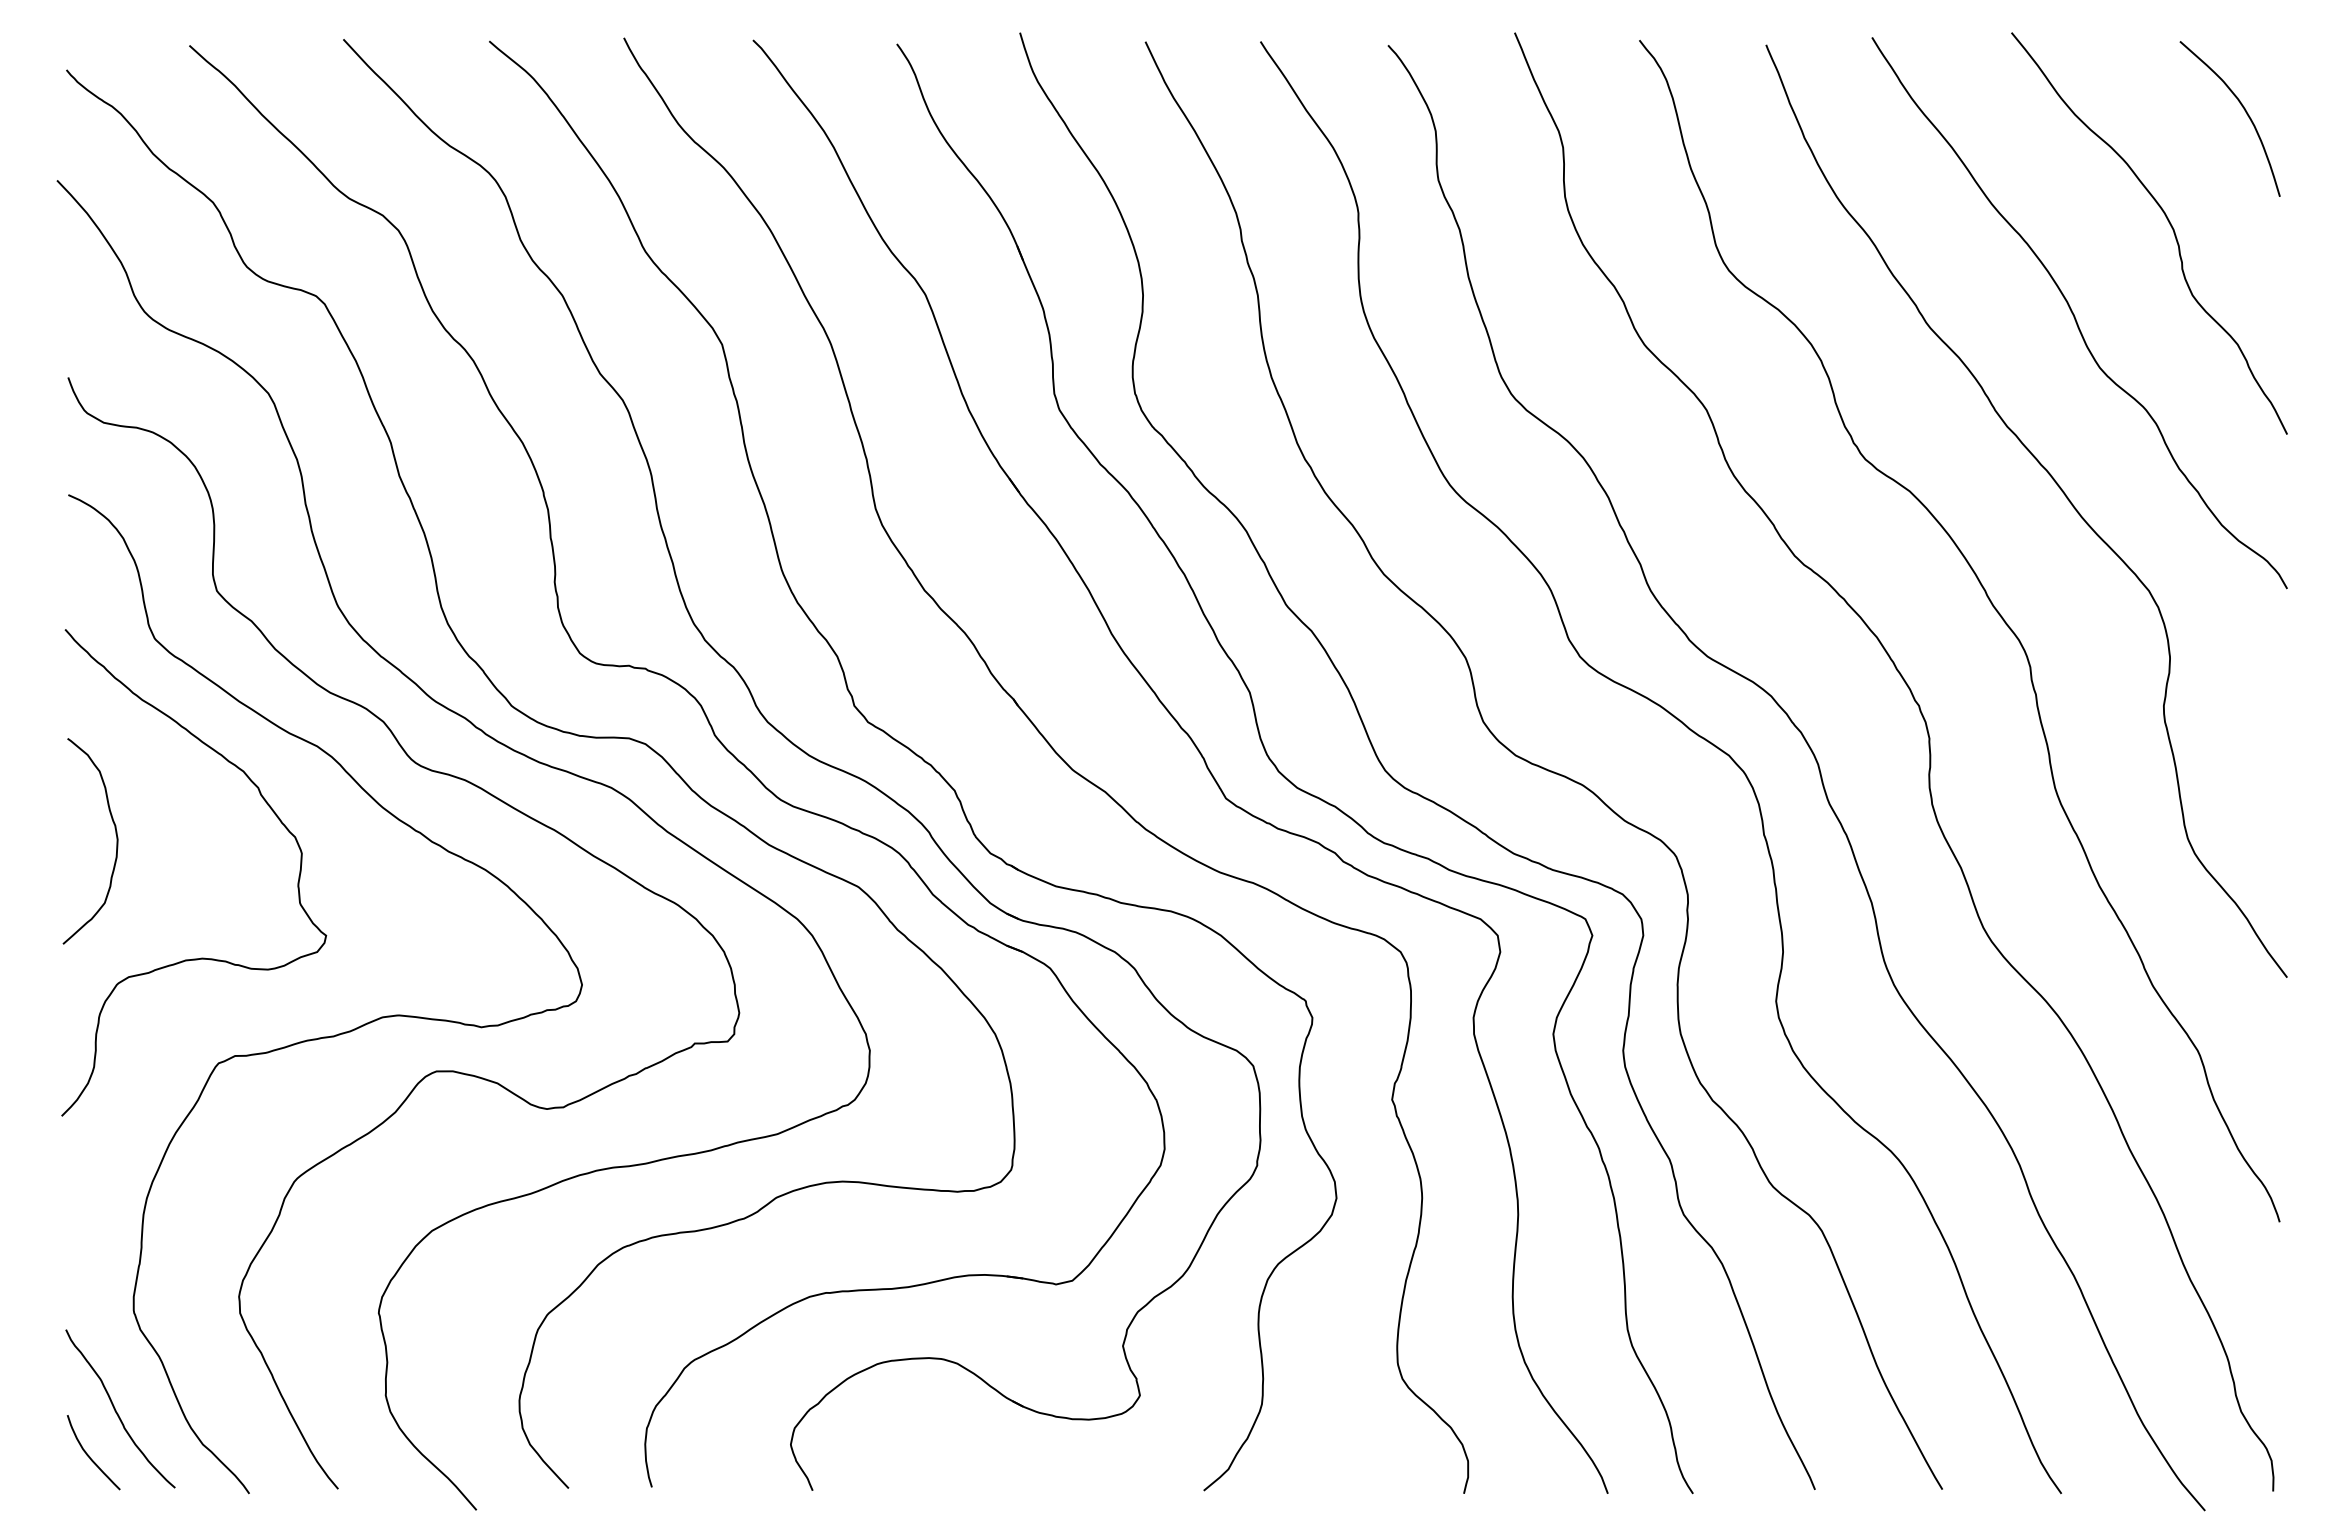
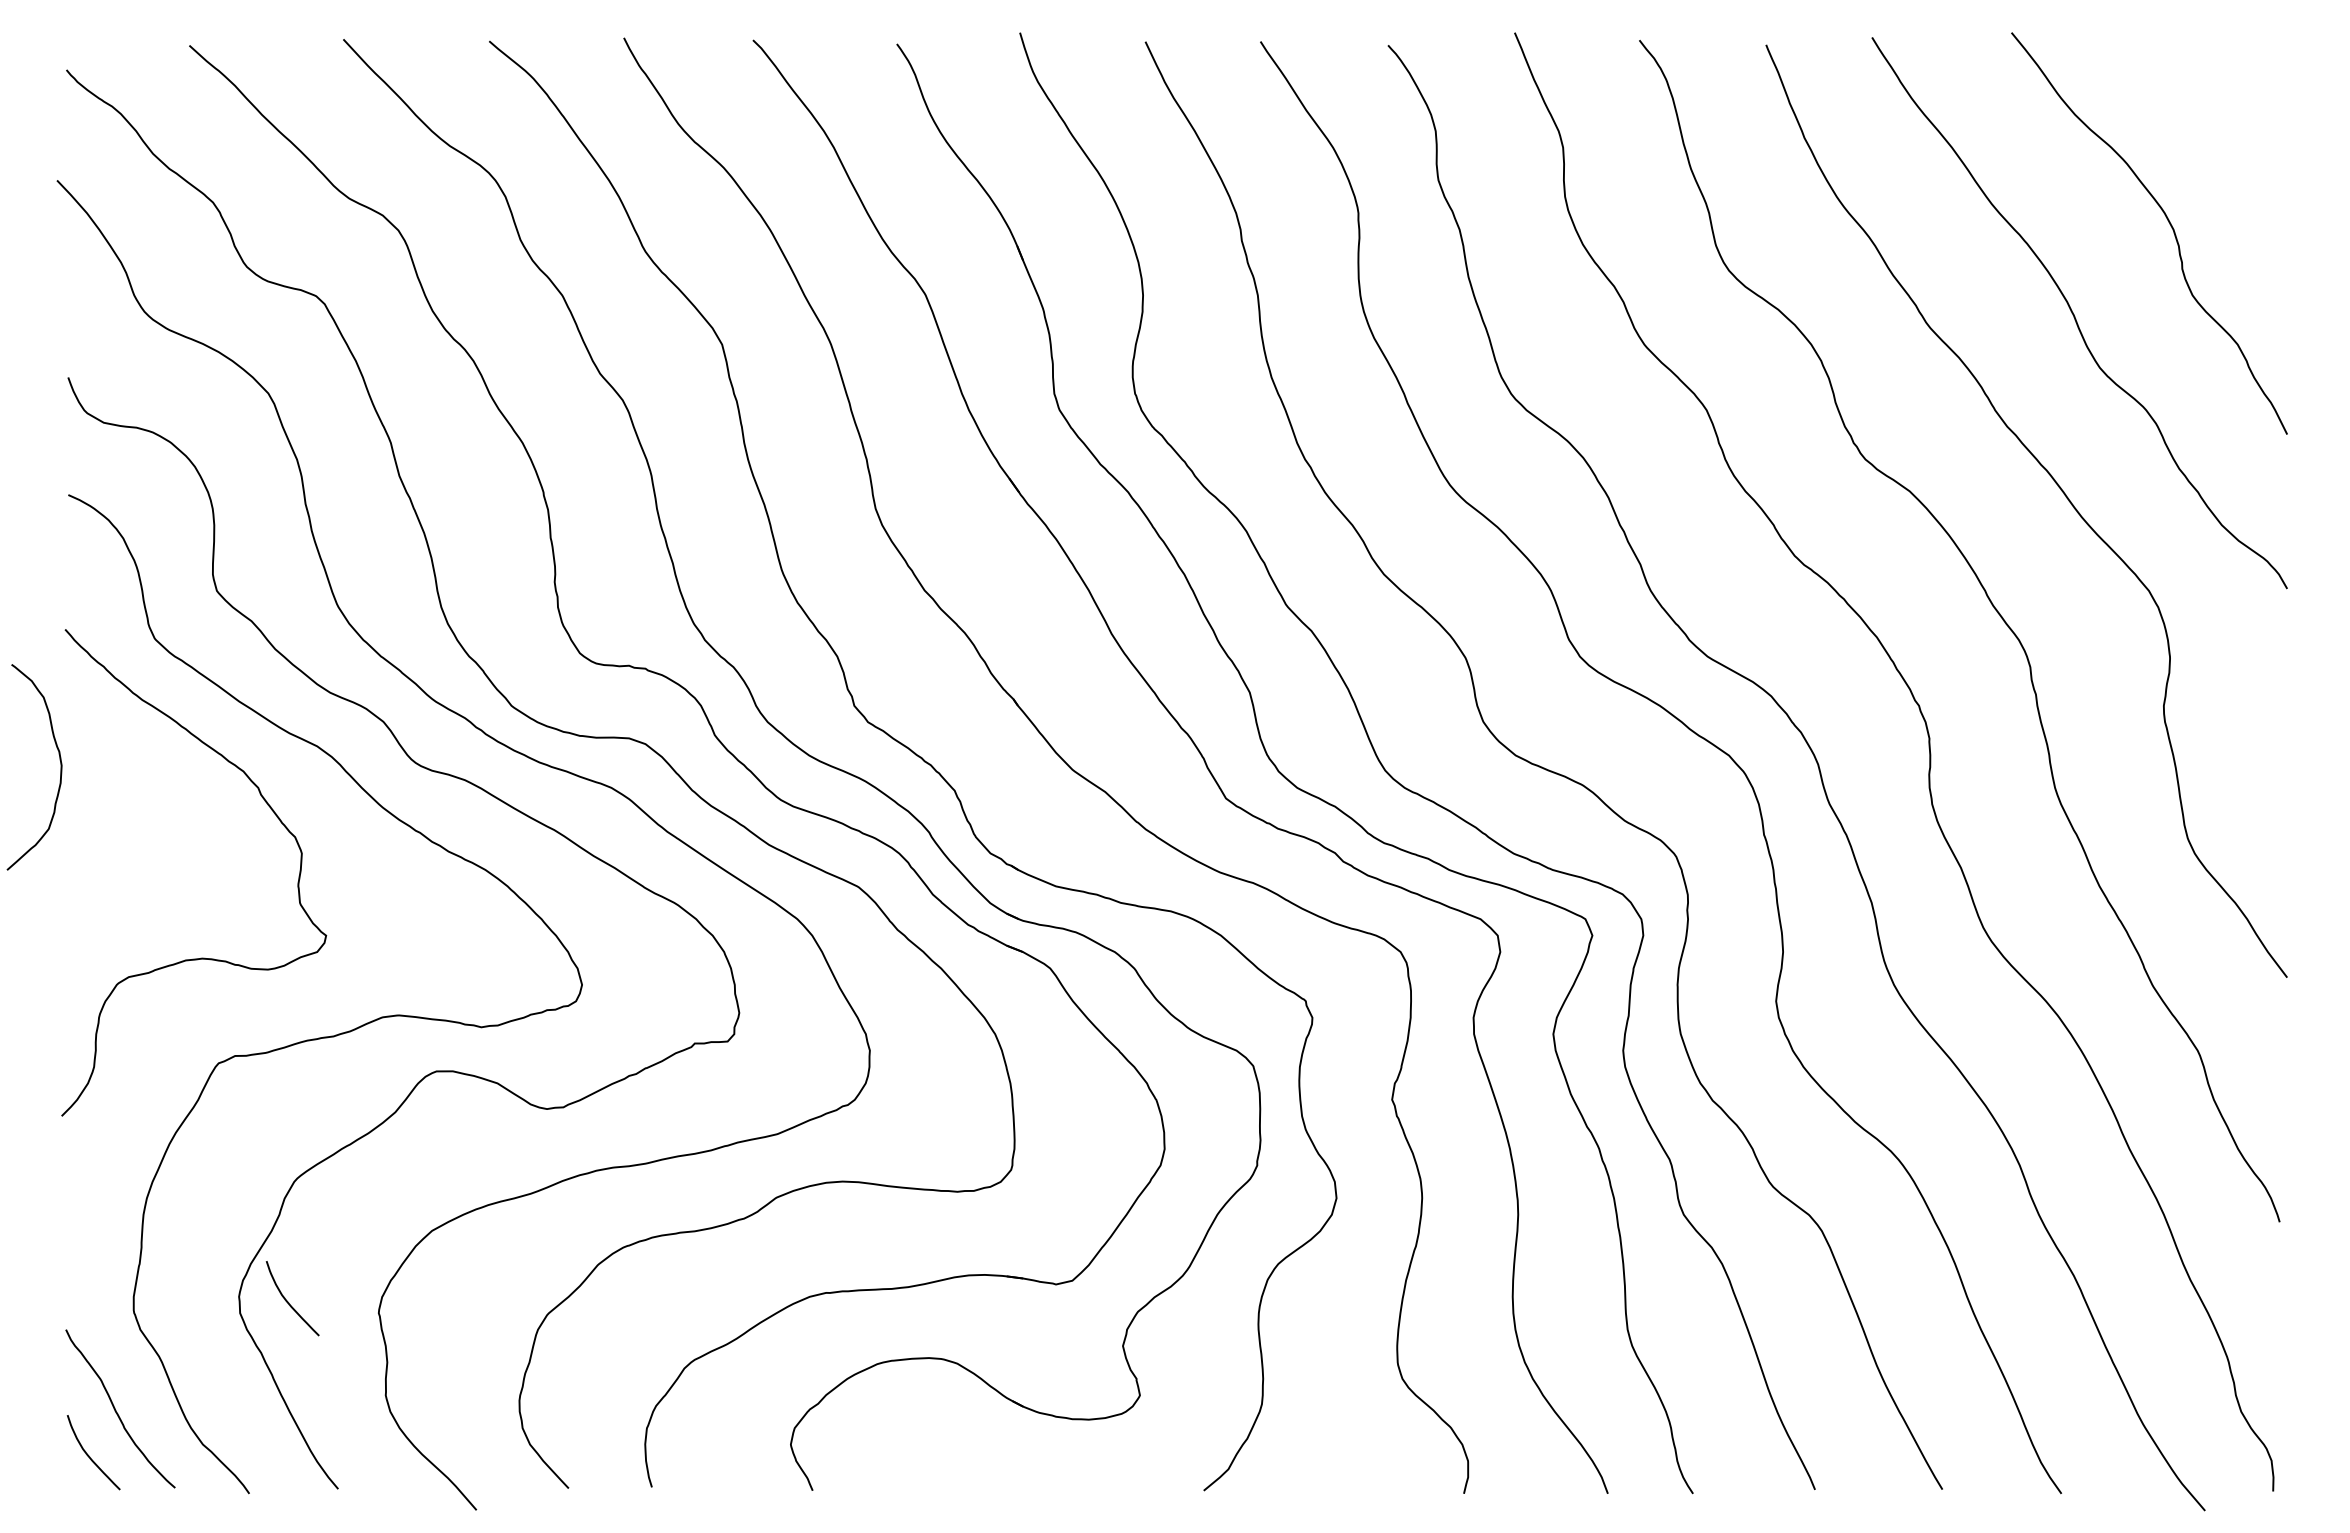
curve at (2243, 109): present -> none
curve at (115, 834) position: (115, 834) -> (59, 760)
curve at (288, 1301): none -> present
